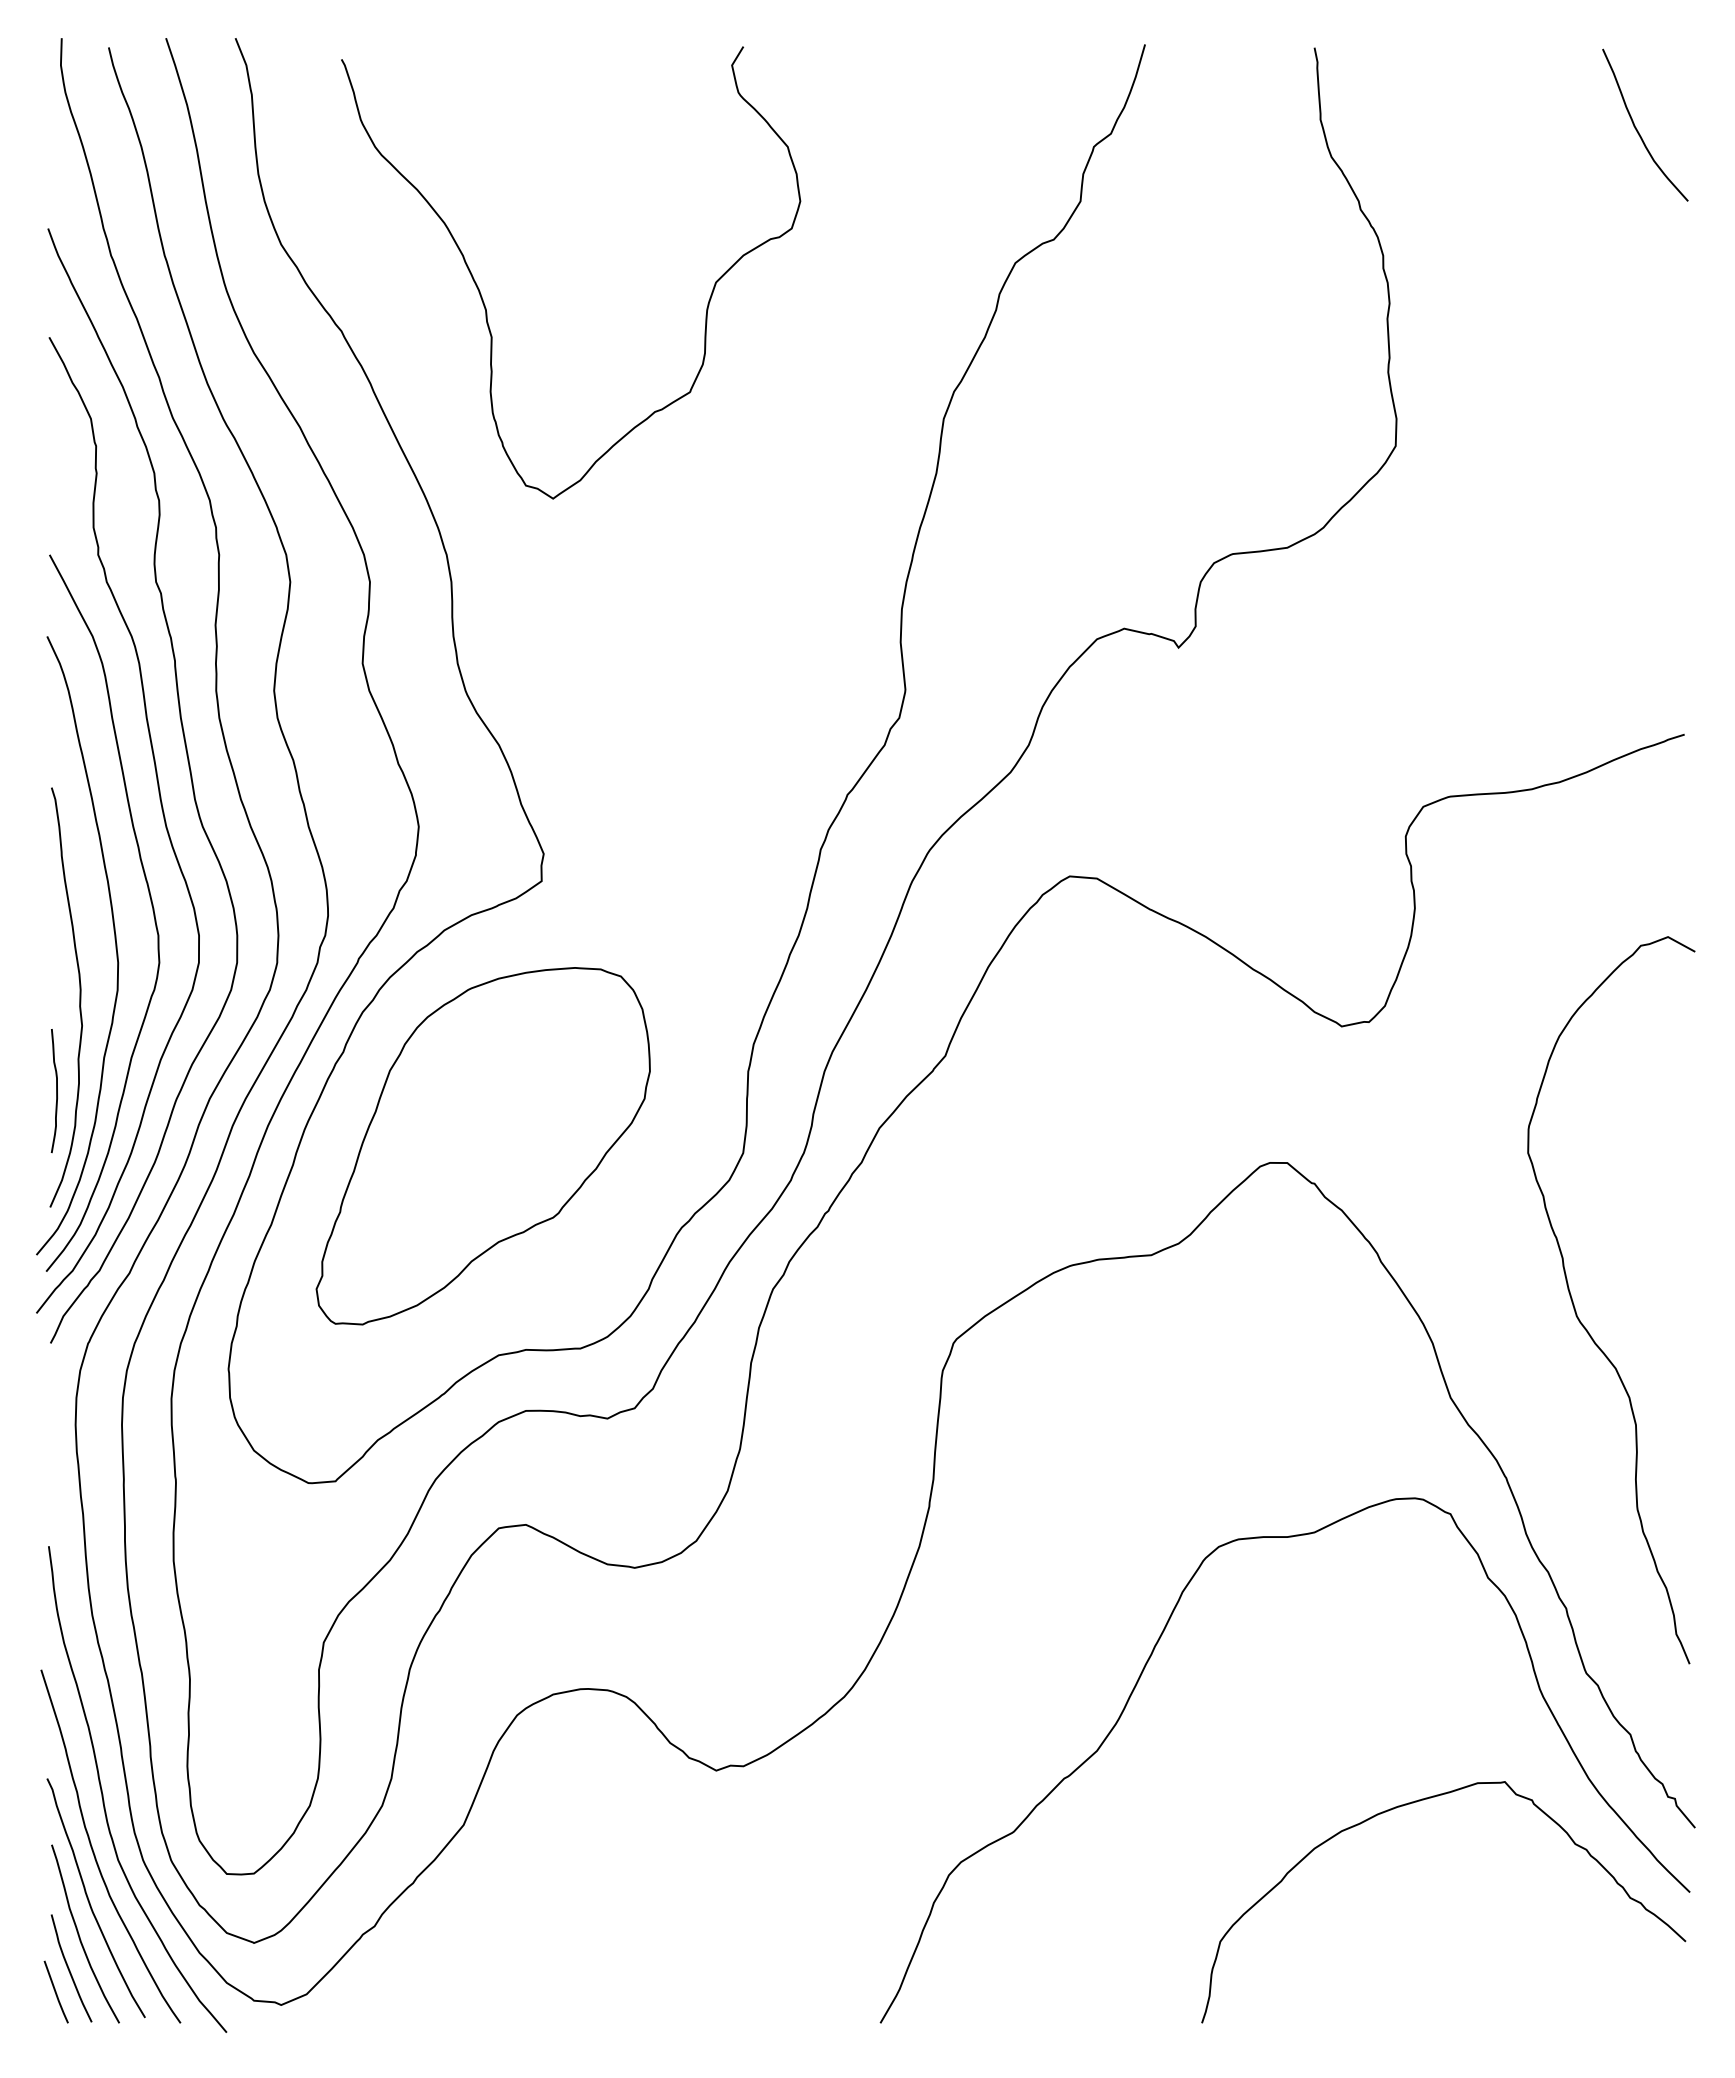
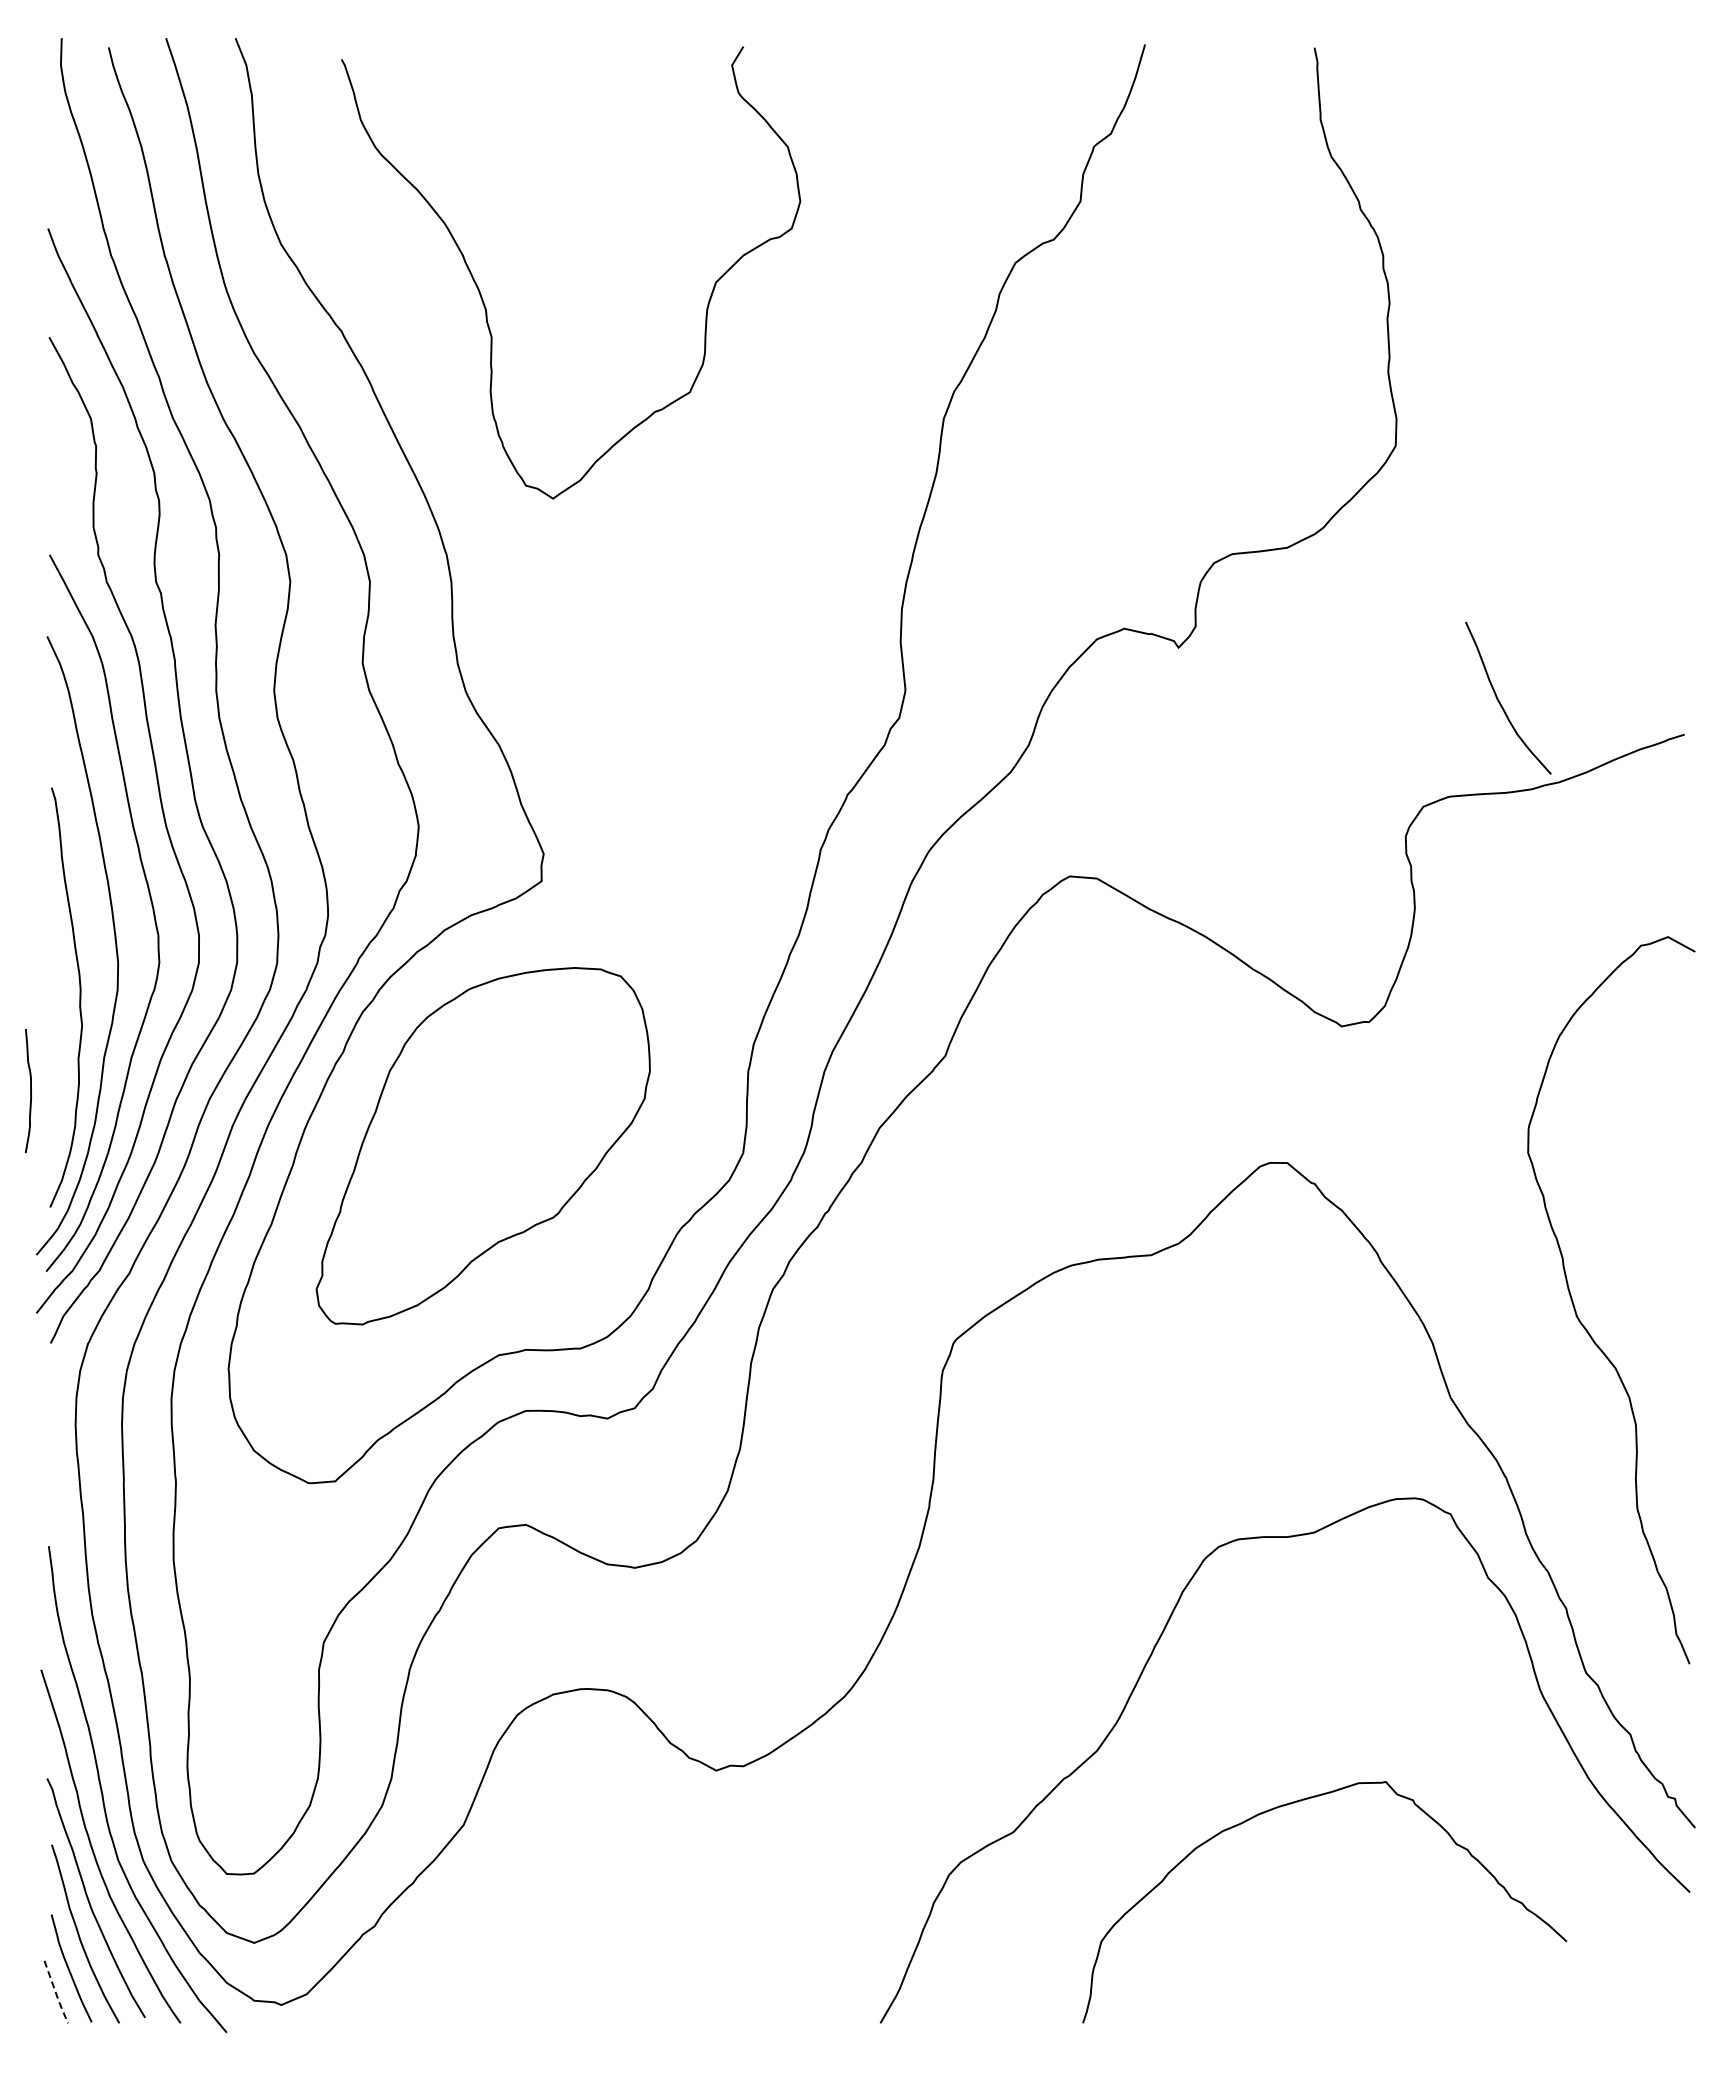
curve at (1637, 129) position: (1637, 129) -> (1500, 702)
curve at (56, 1091) position: (56, 1091) -> (30, 1091)
curve at (1410, 1804) position: (1410, 1804) -> (1291, 1804)
line at (56, 1994): solid -> dashed
